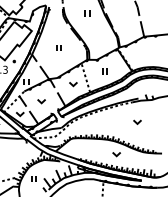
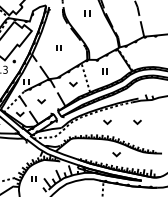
part at (107, 121): none -> present
